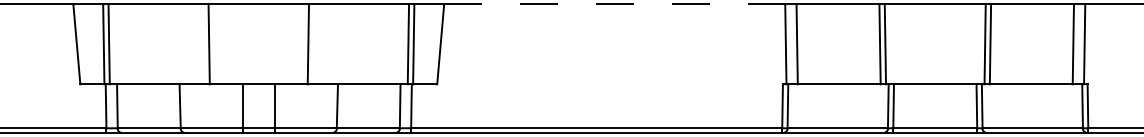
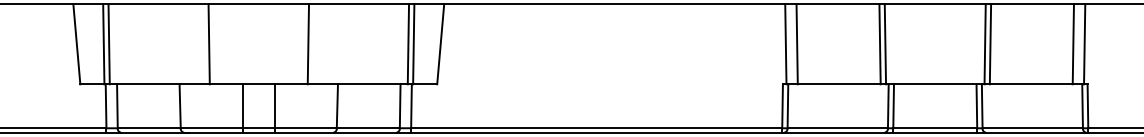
line at (614, 4): dashed -> solid
